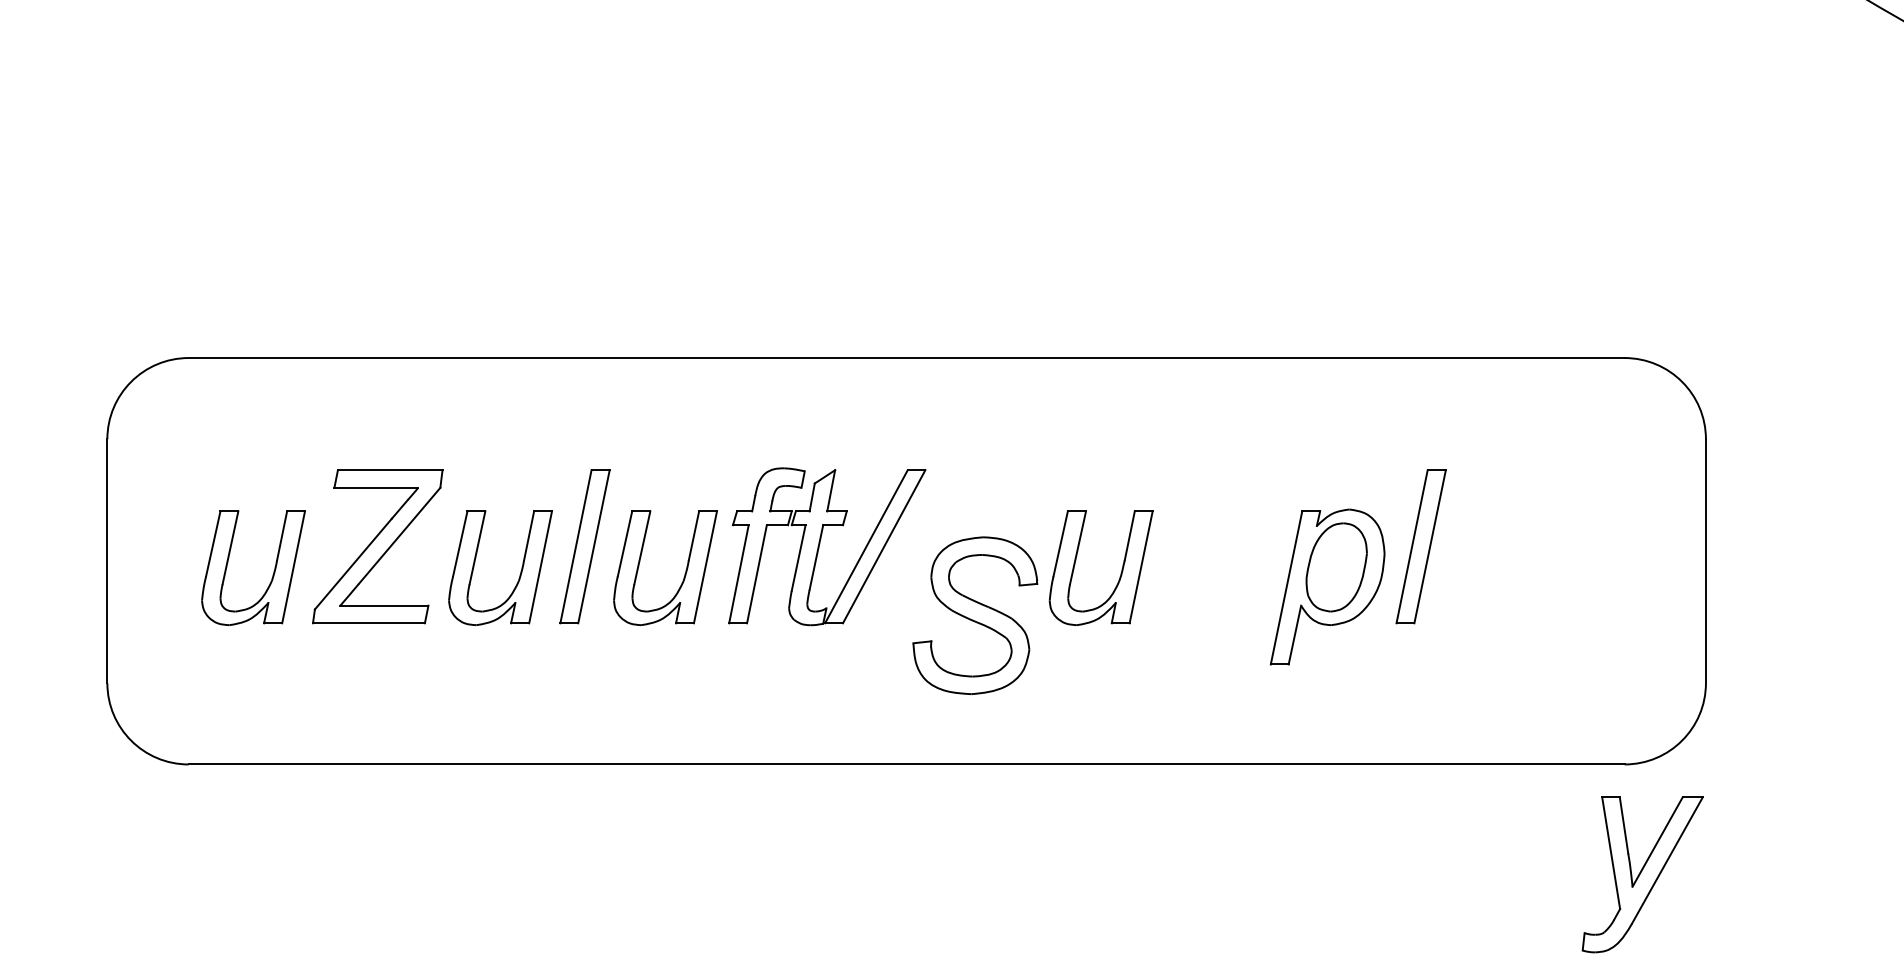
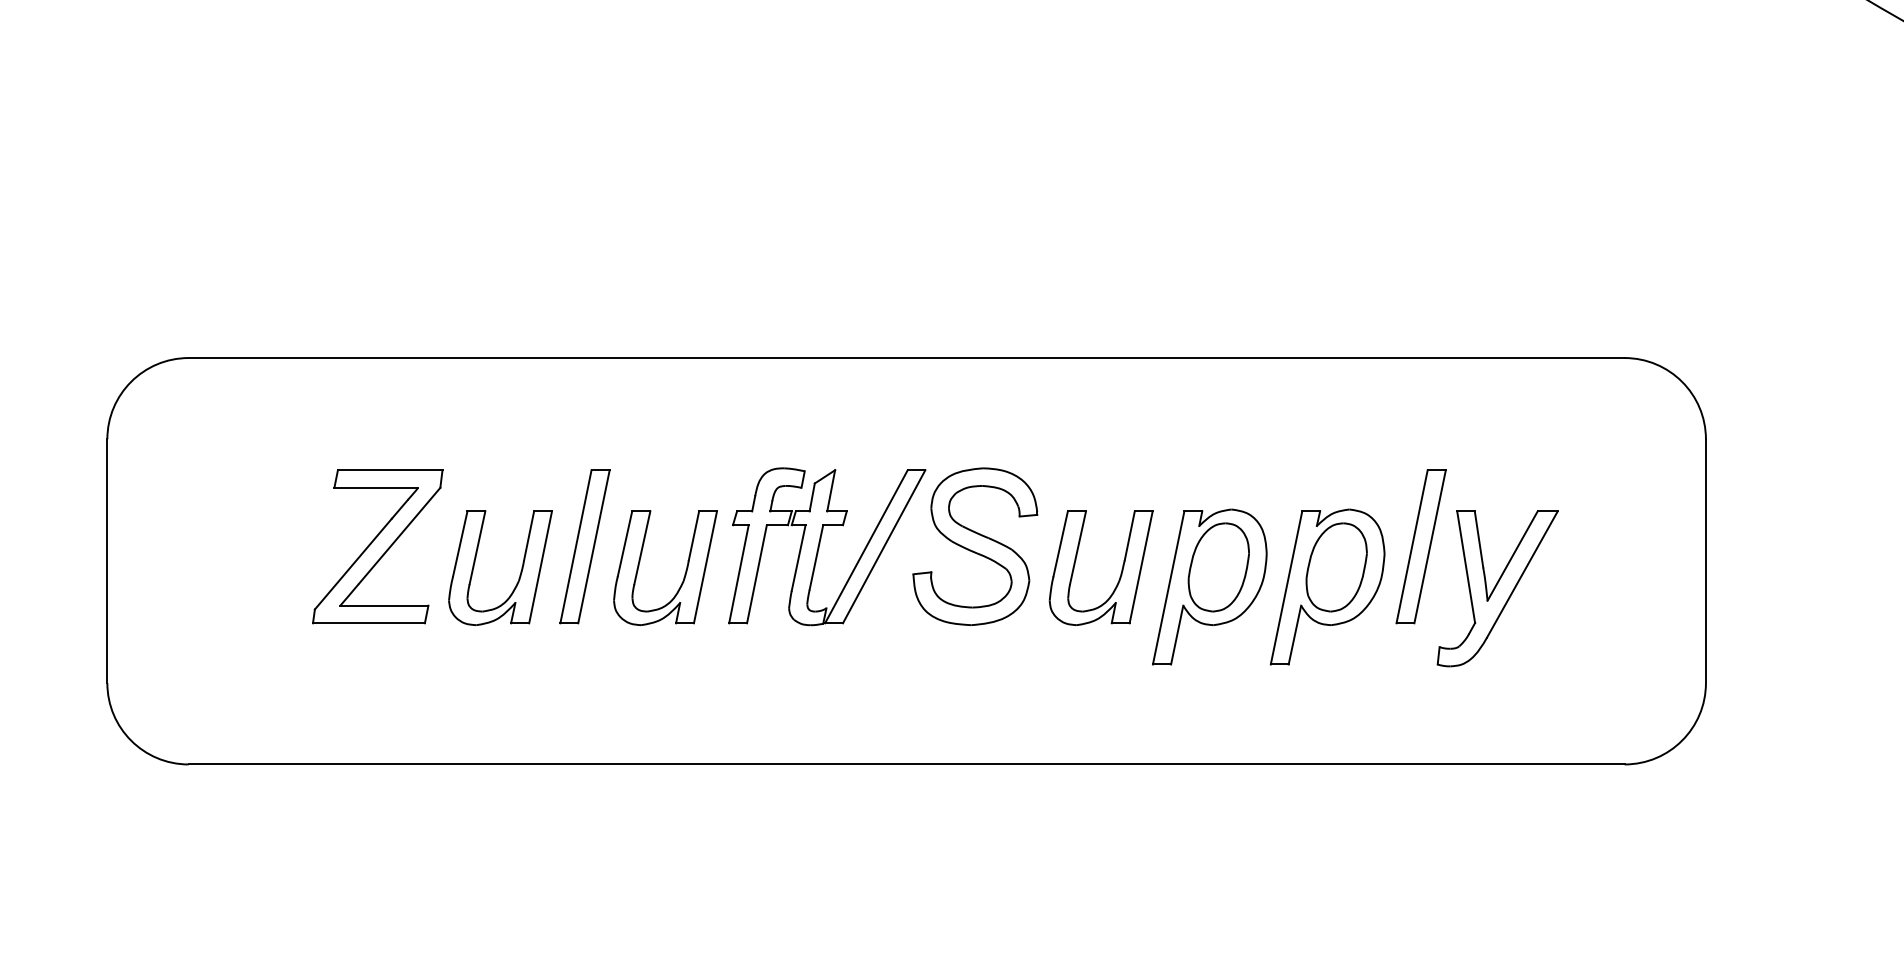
part at (272, 574): present -> none
part at (1209, 586): none -> present
part at (975, 615) position: (975, 615) -> (975, 546)
part at (1642, 874) position: (1642, 874) -> (1497, 588)
